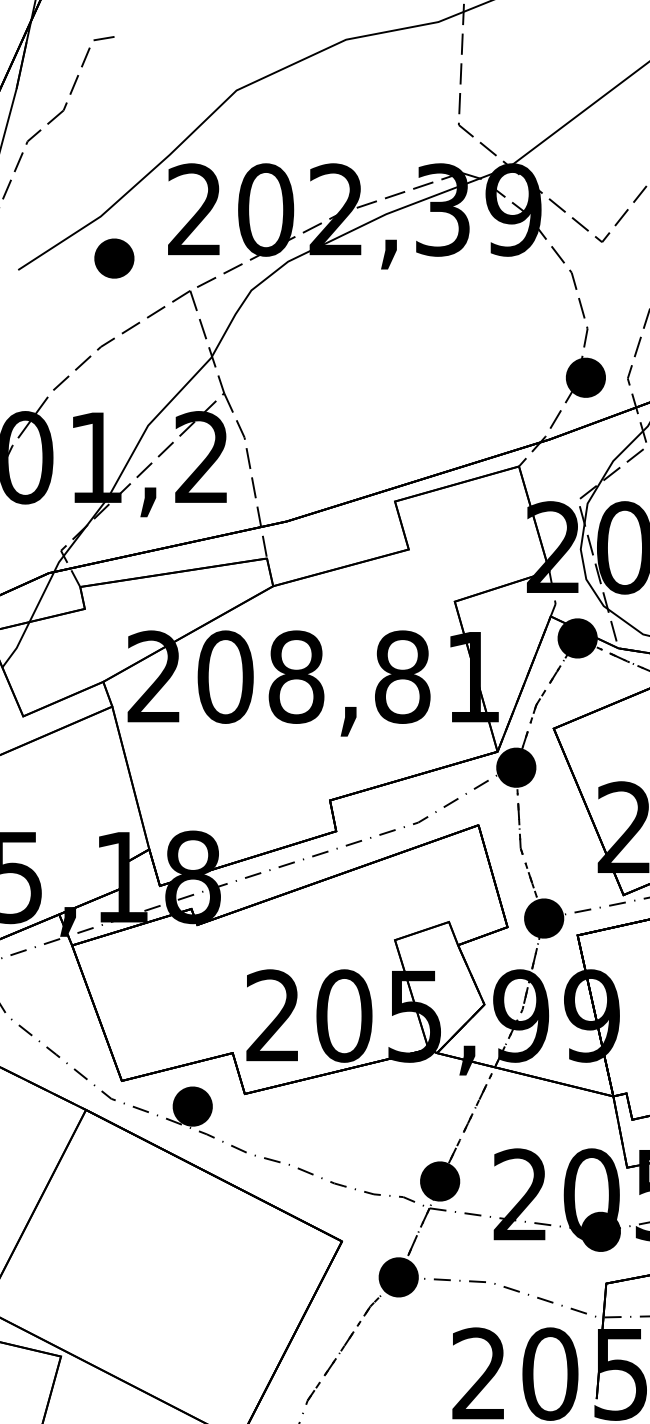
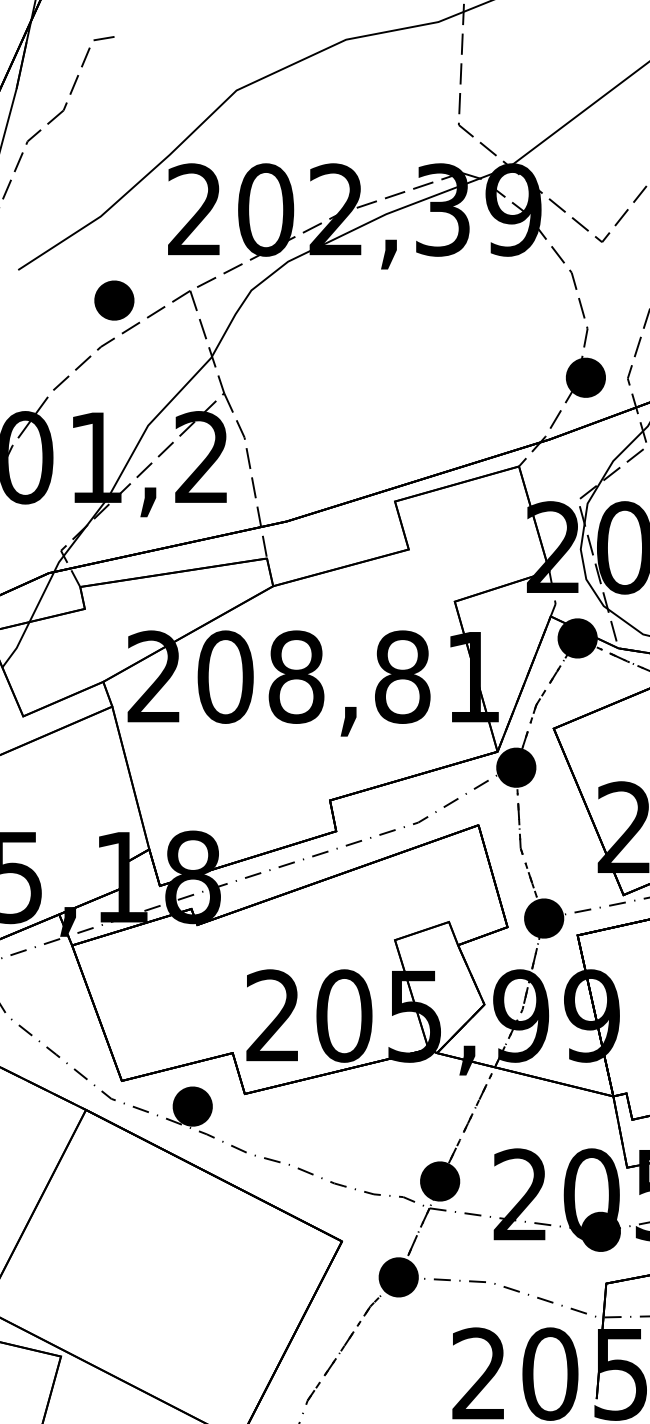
part at (114, 258) position: (114, 258) -> (114, 300)
